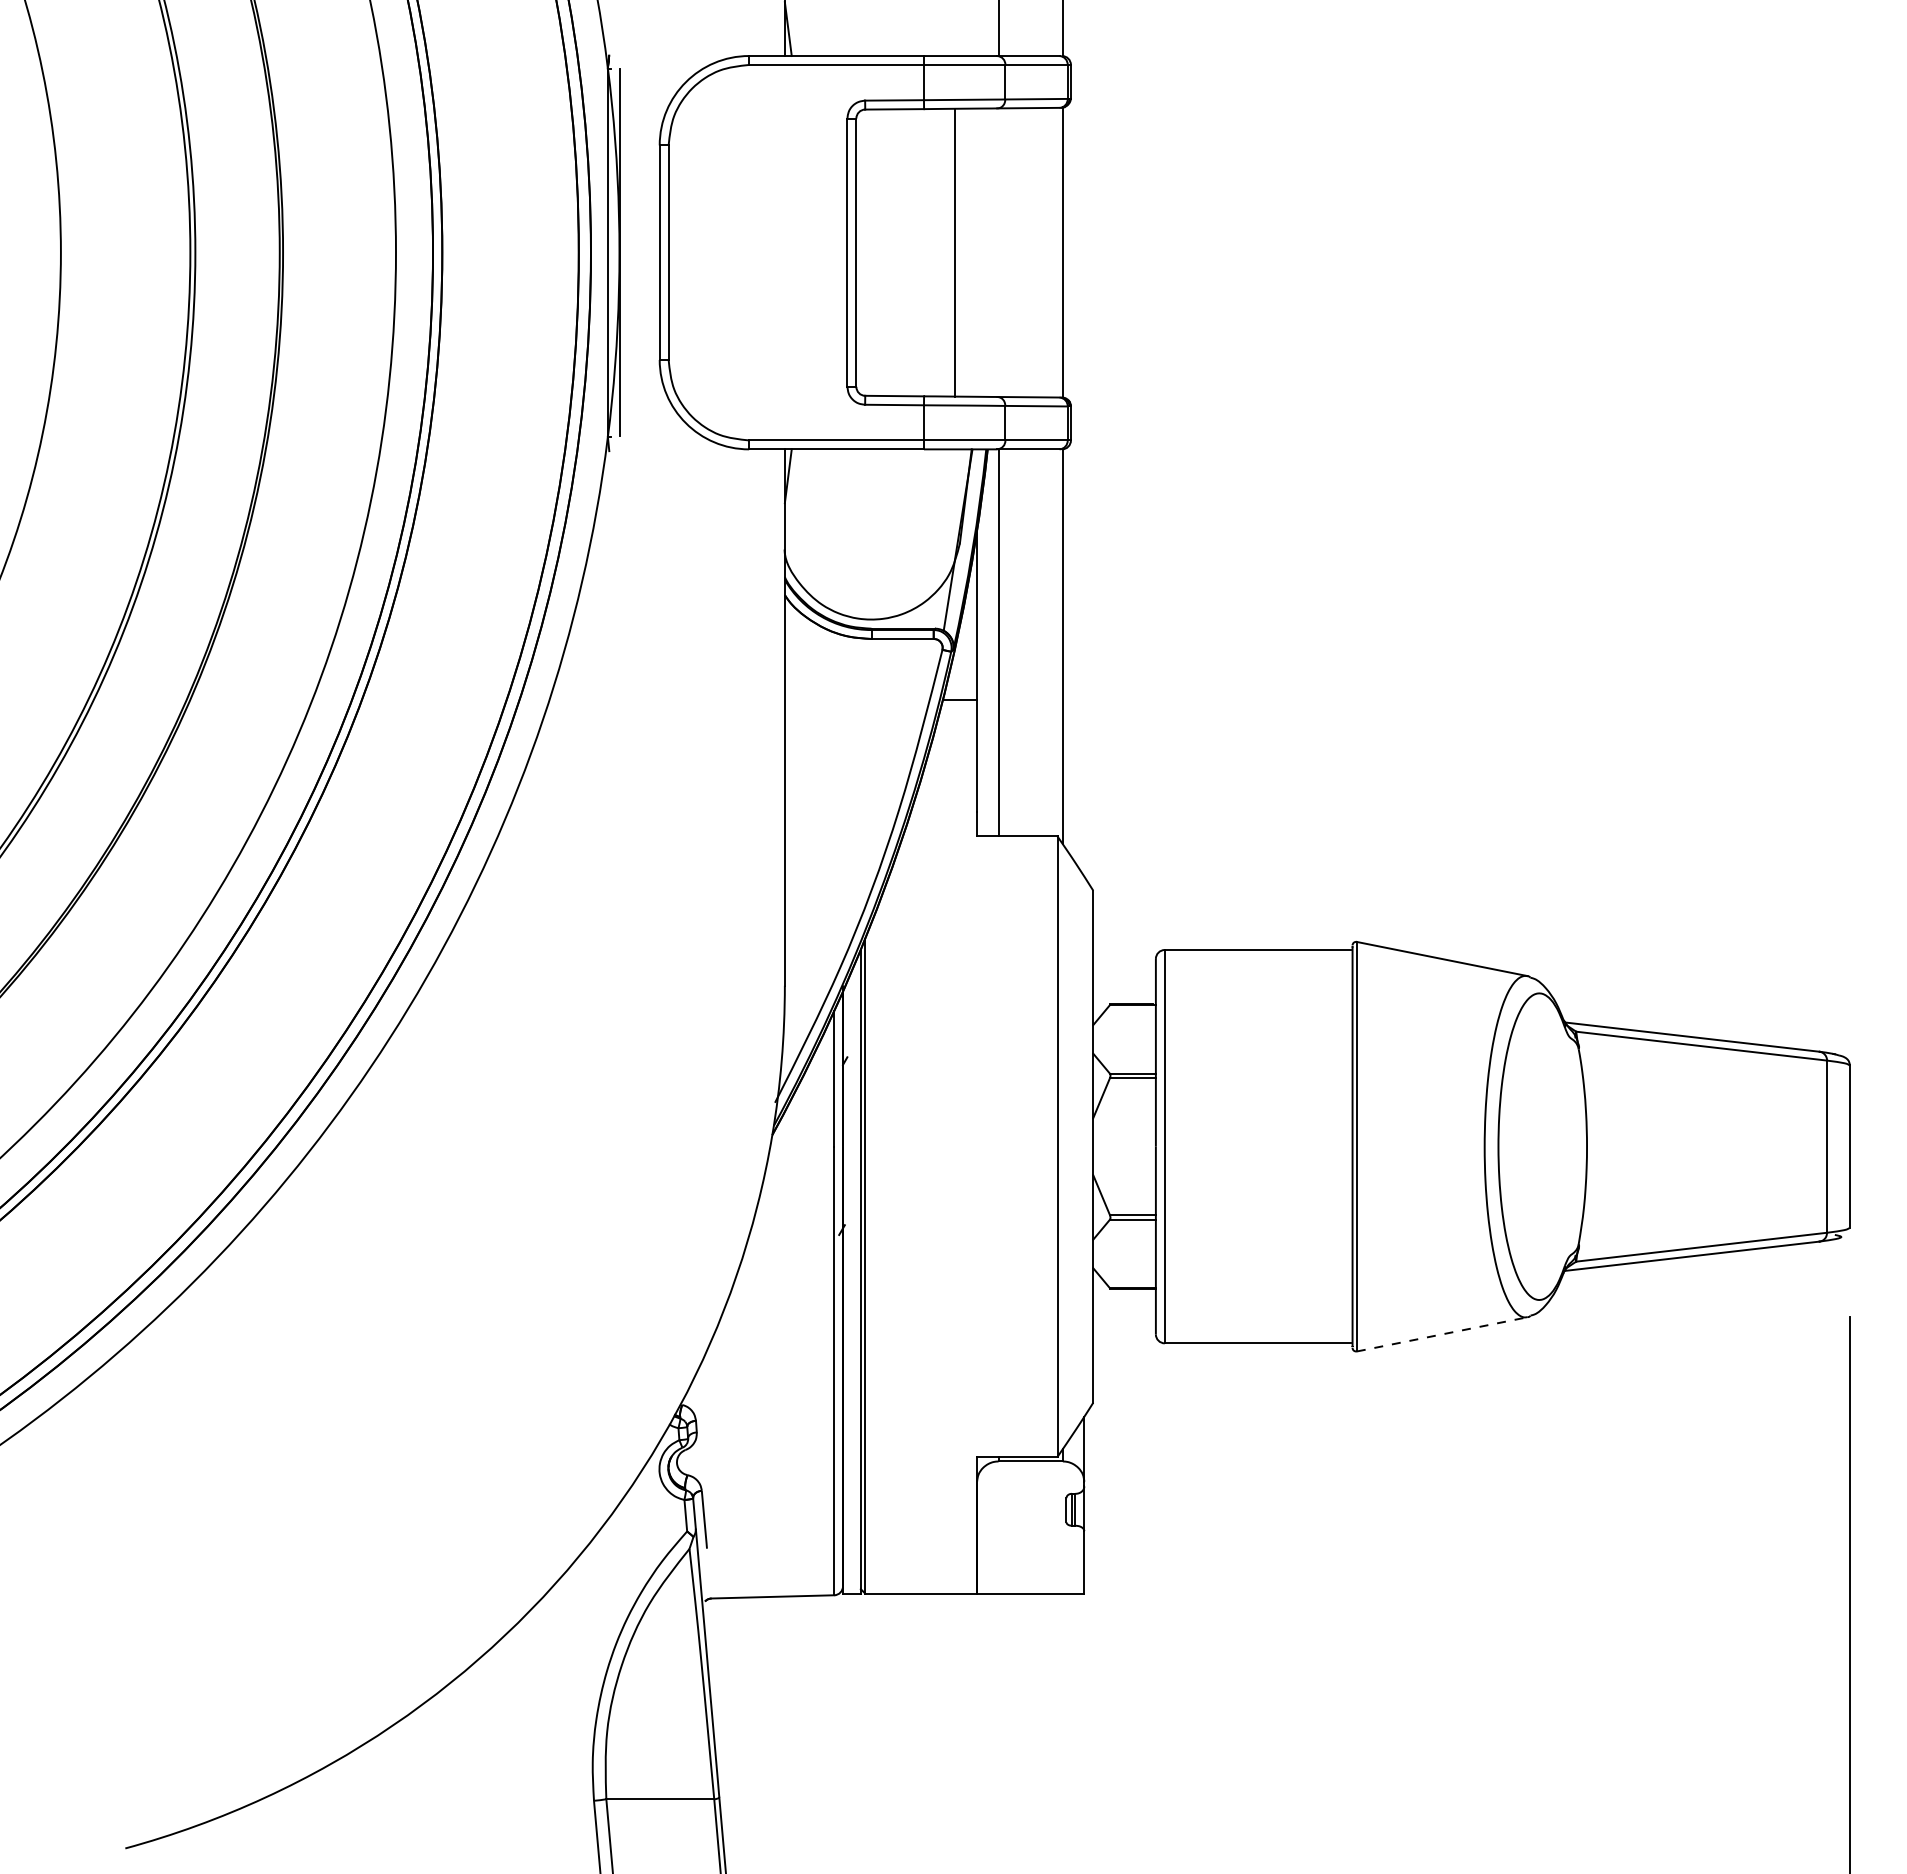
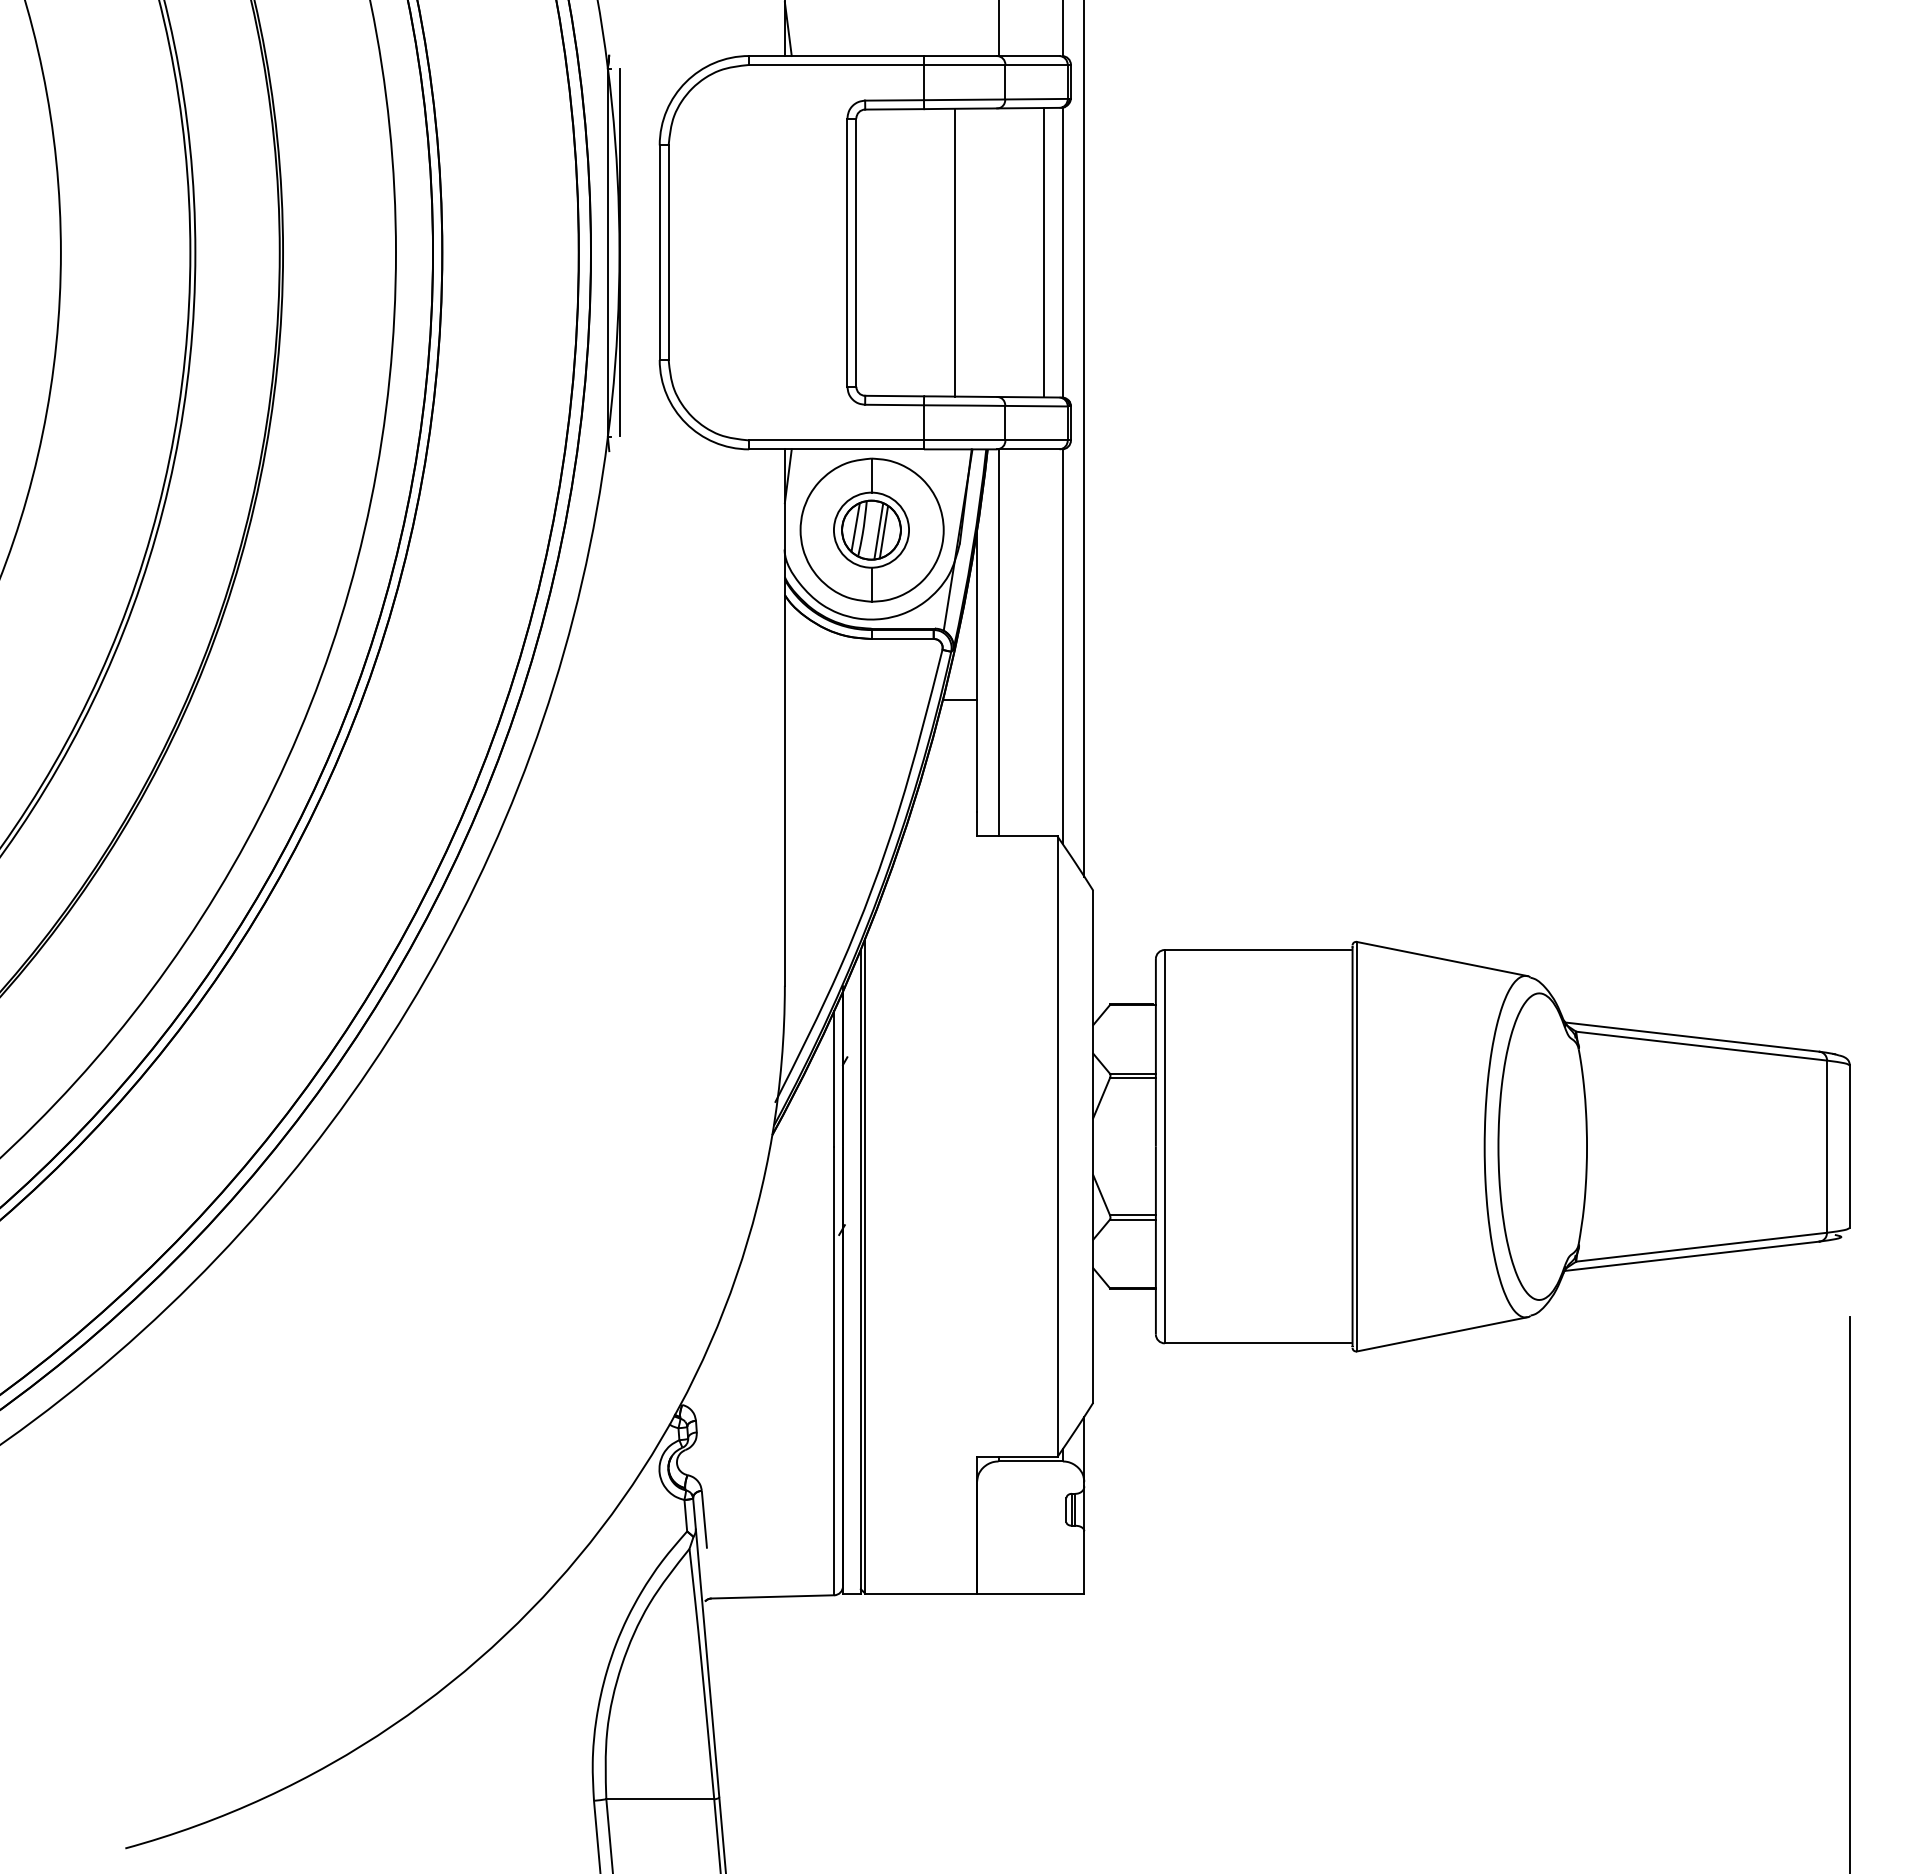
line at (1044, 252): none -> present
line at (1084, 439): none -> present
part at (871, 529): none -> present
line at (1442, 1334): dashed -> solid
